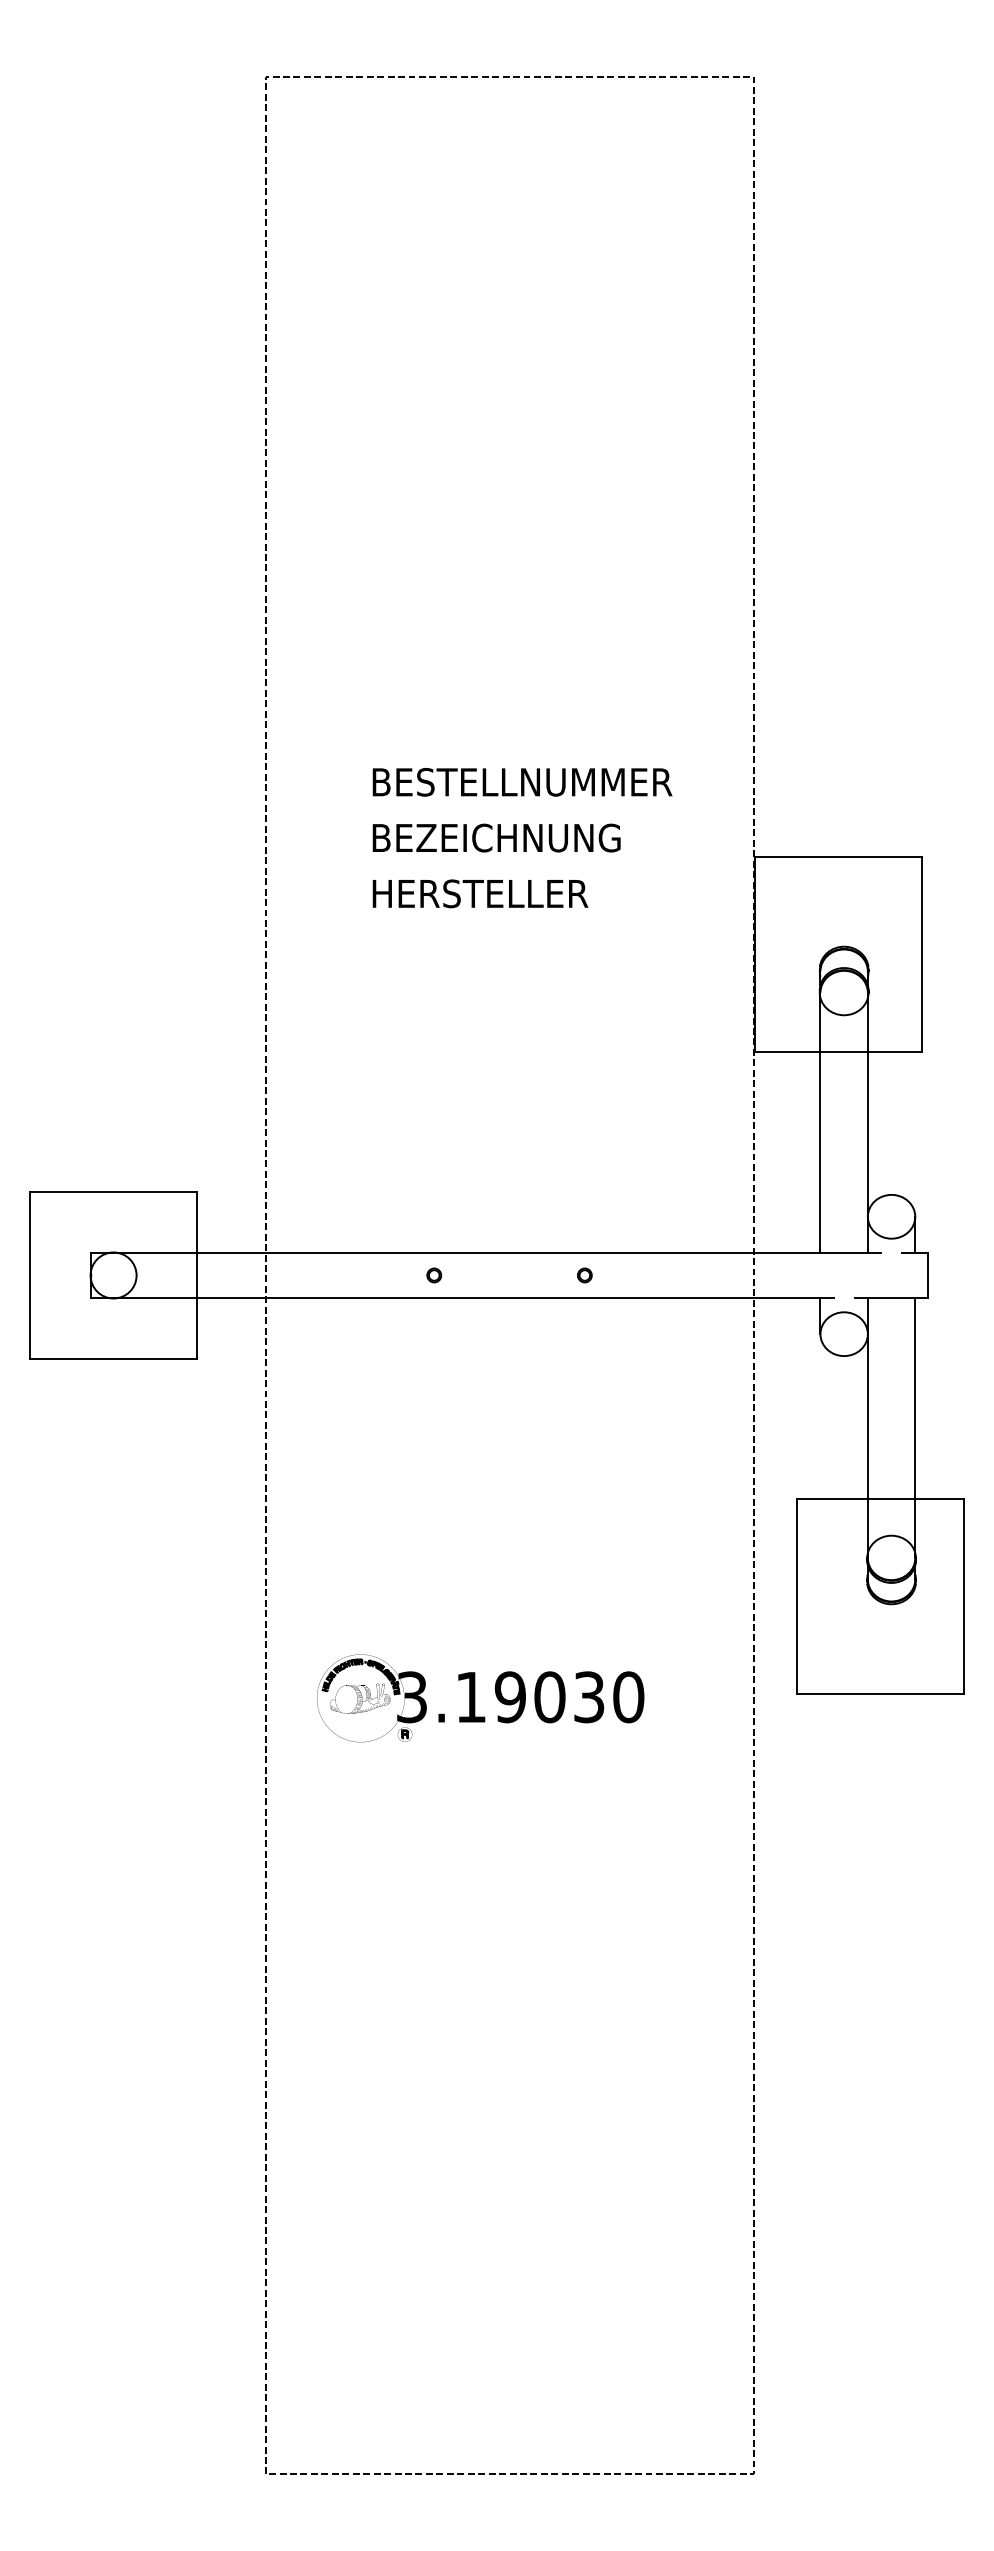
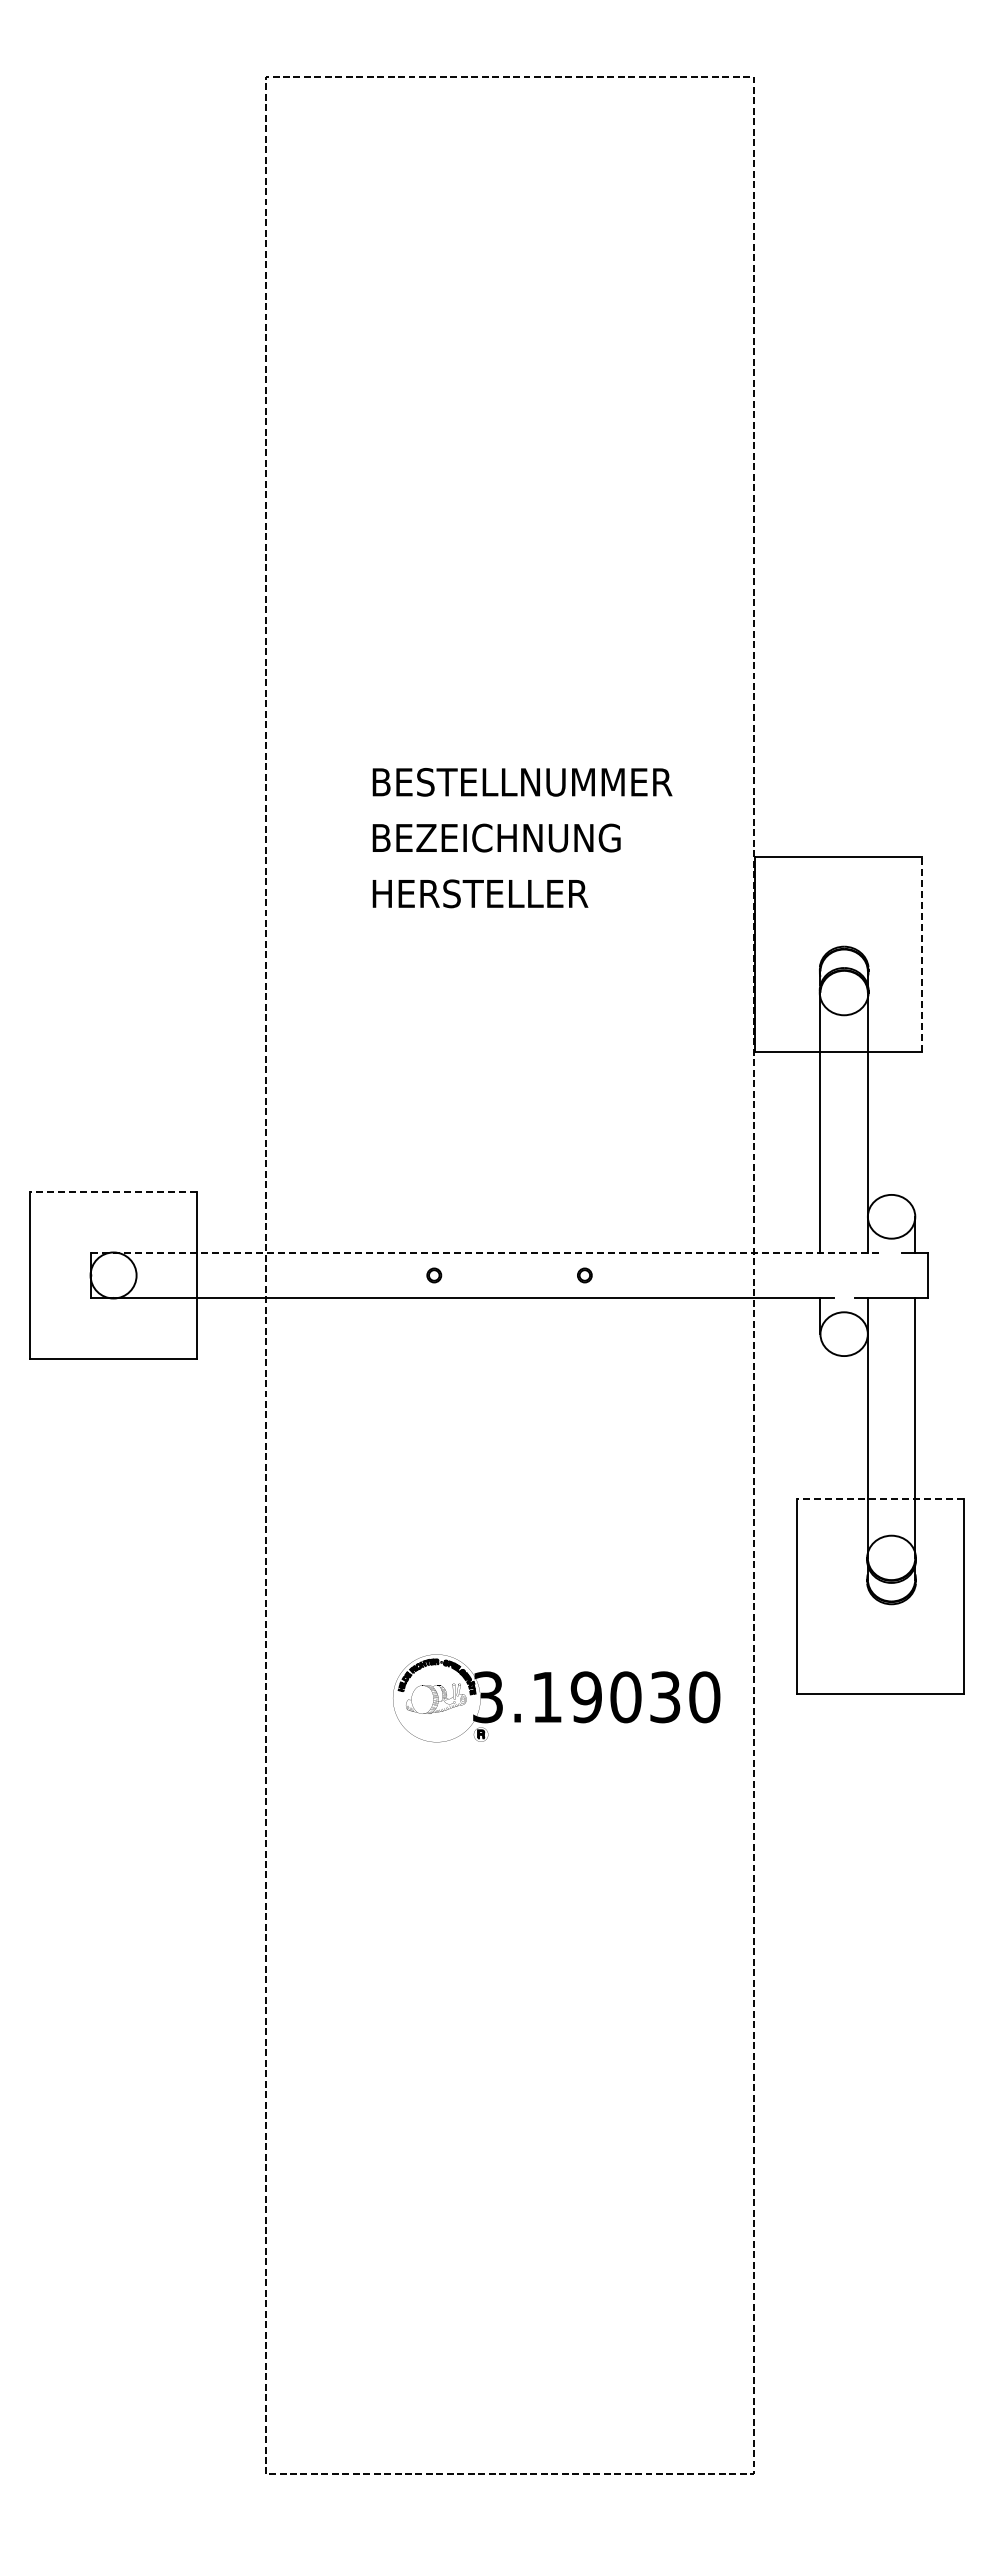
line at (922, 954): solid -> dashed
line at (113, 1191): solid -> dashed
line at (486, 1253): solid -> dashed
line at (880, 1498): solid -> dashed
part at (480, 1698) position: (480, 1698) -> (556, 1698)
